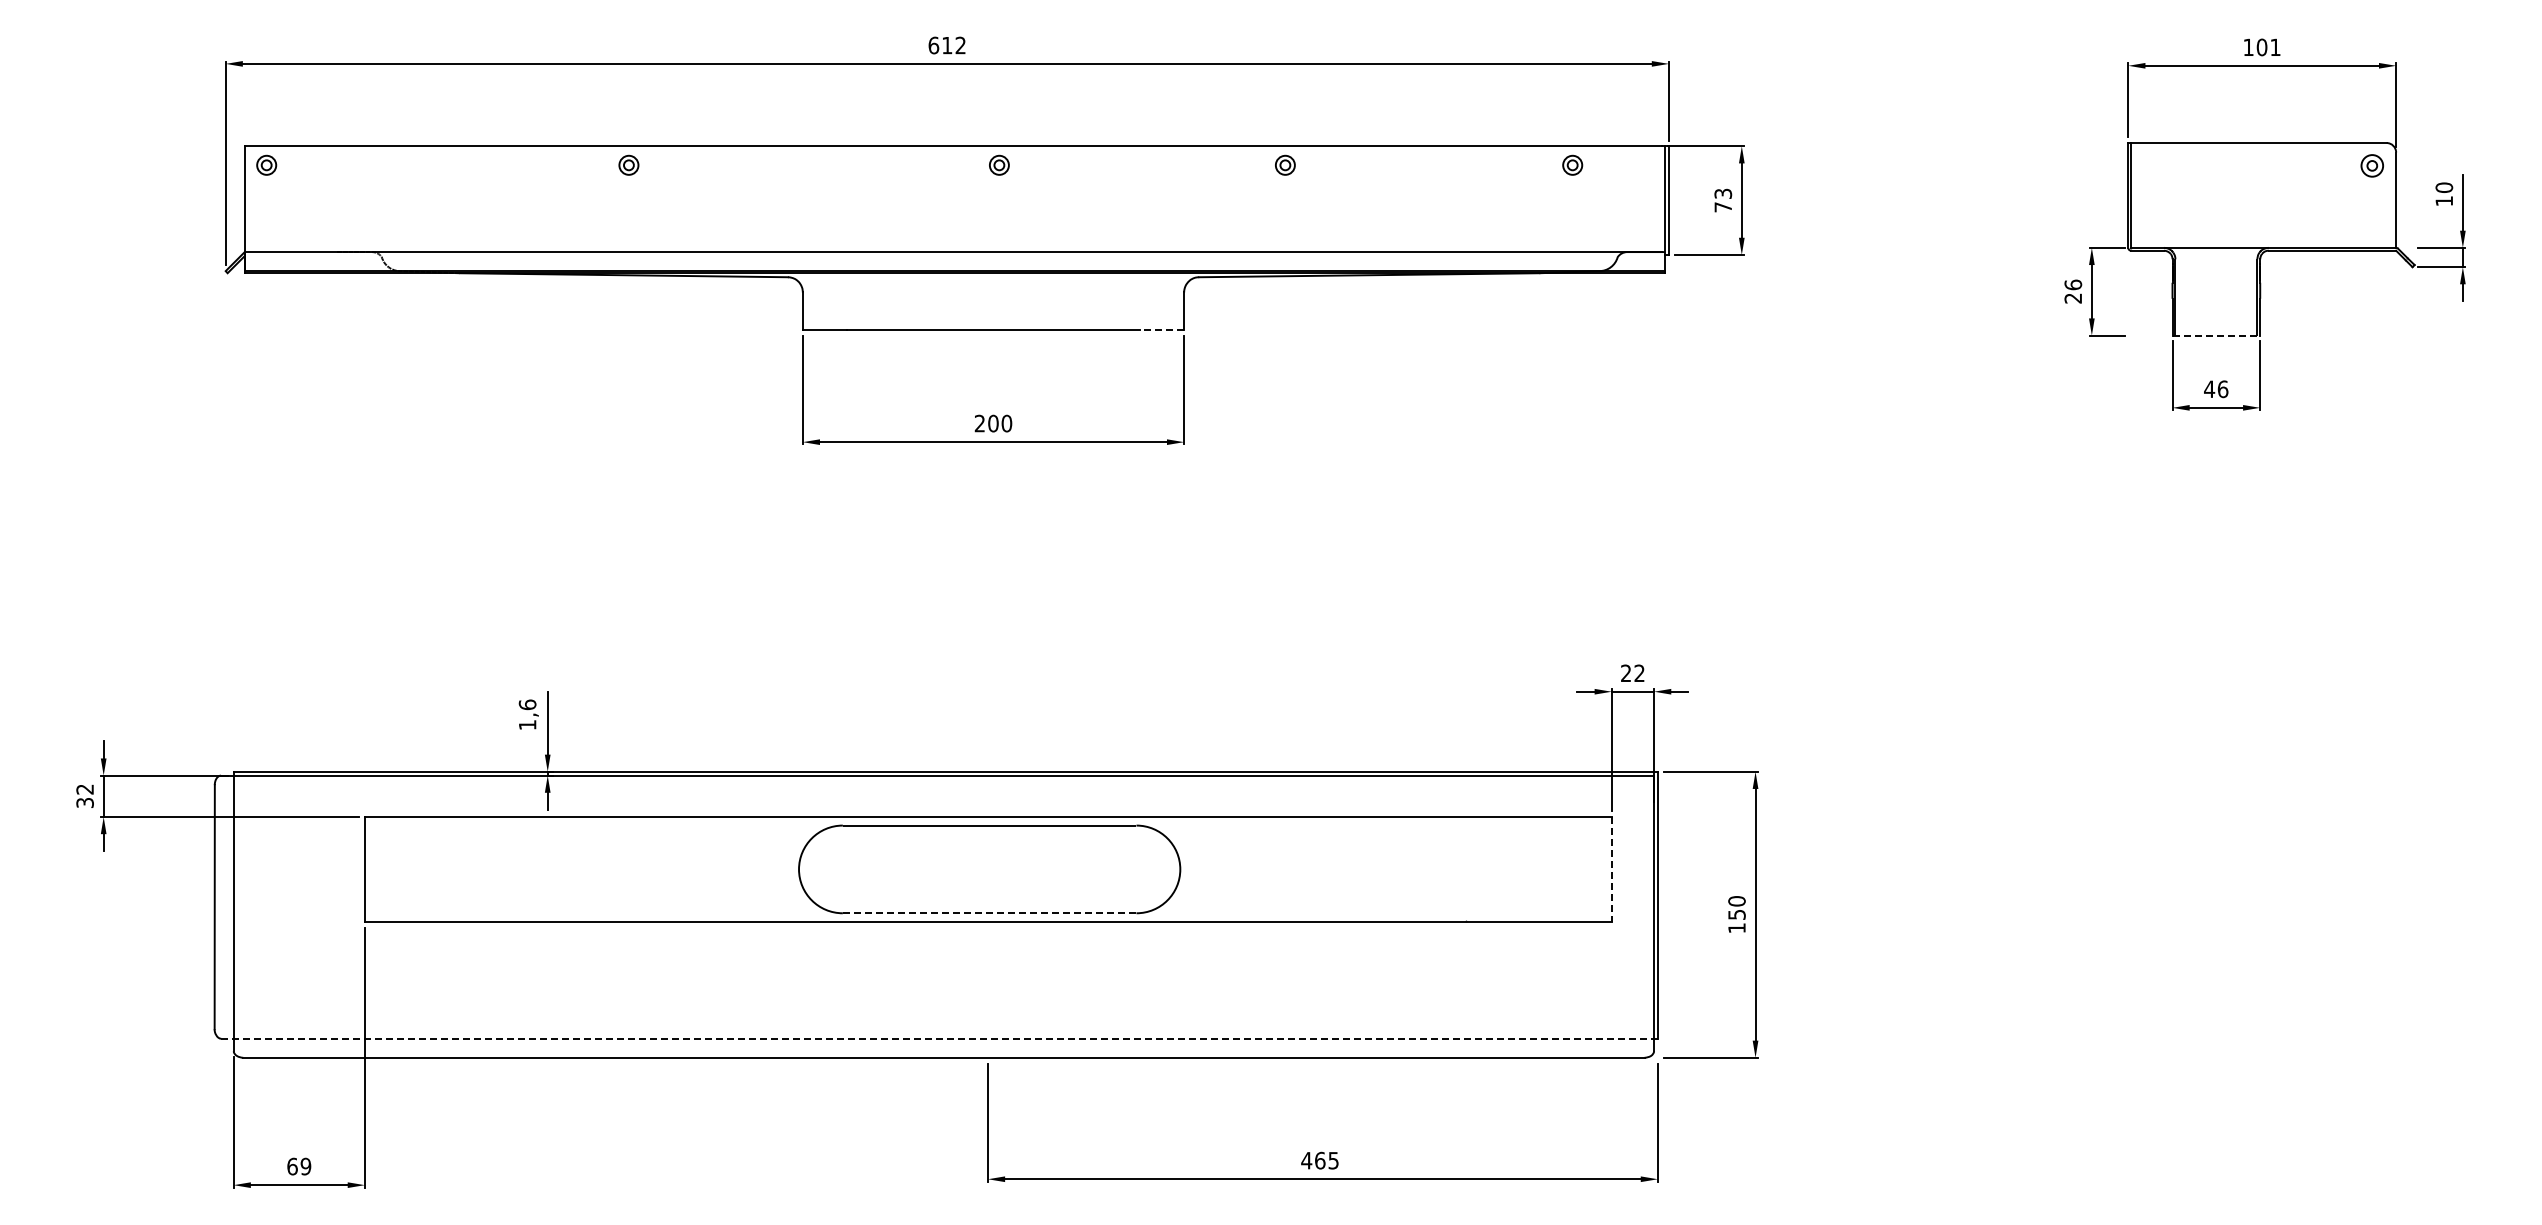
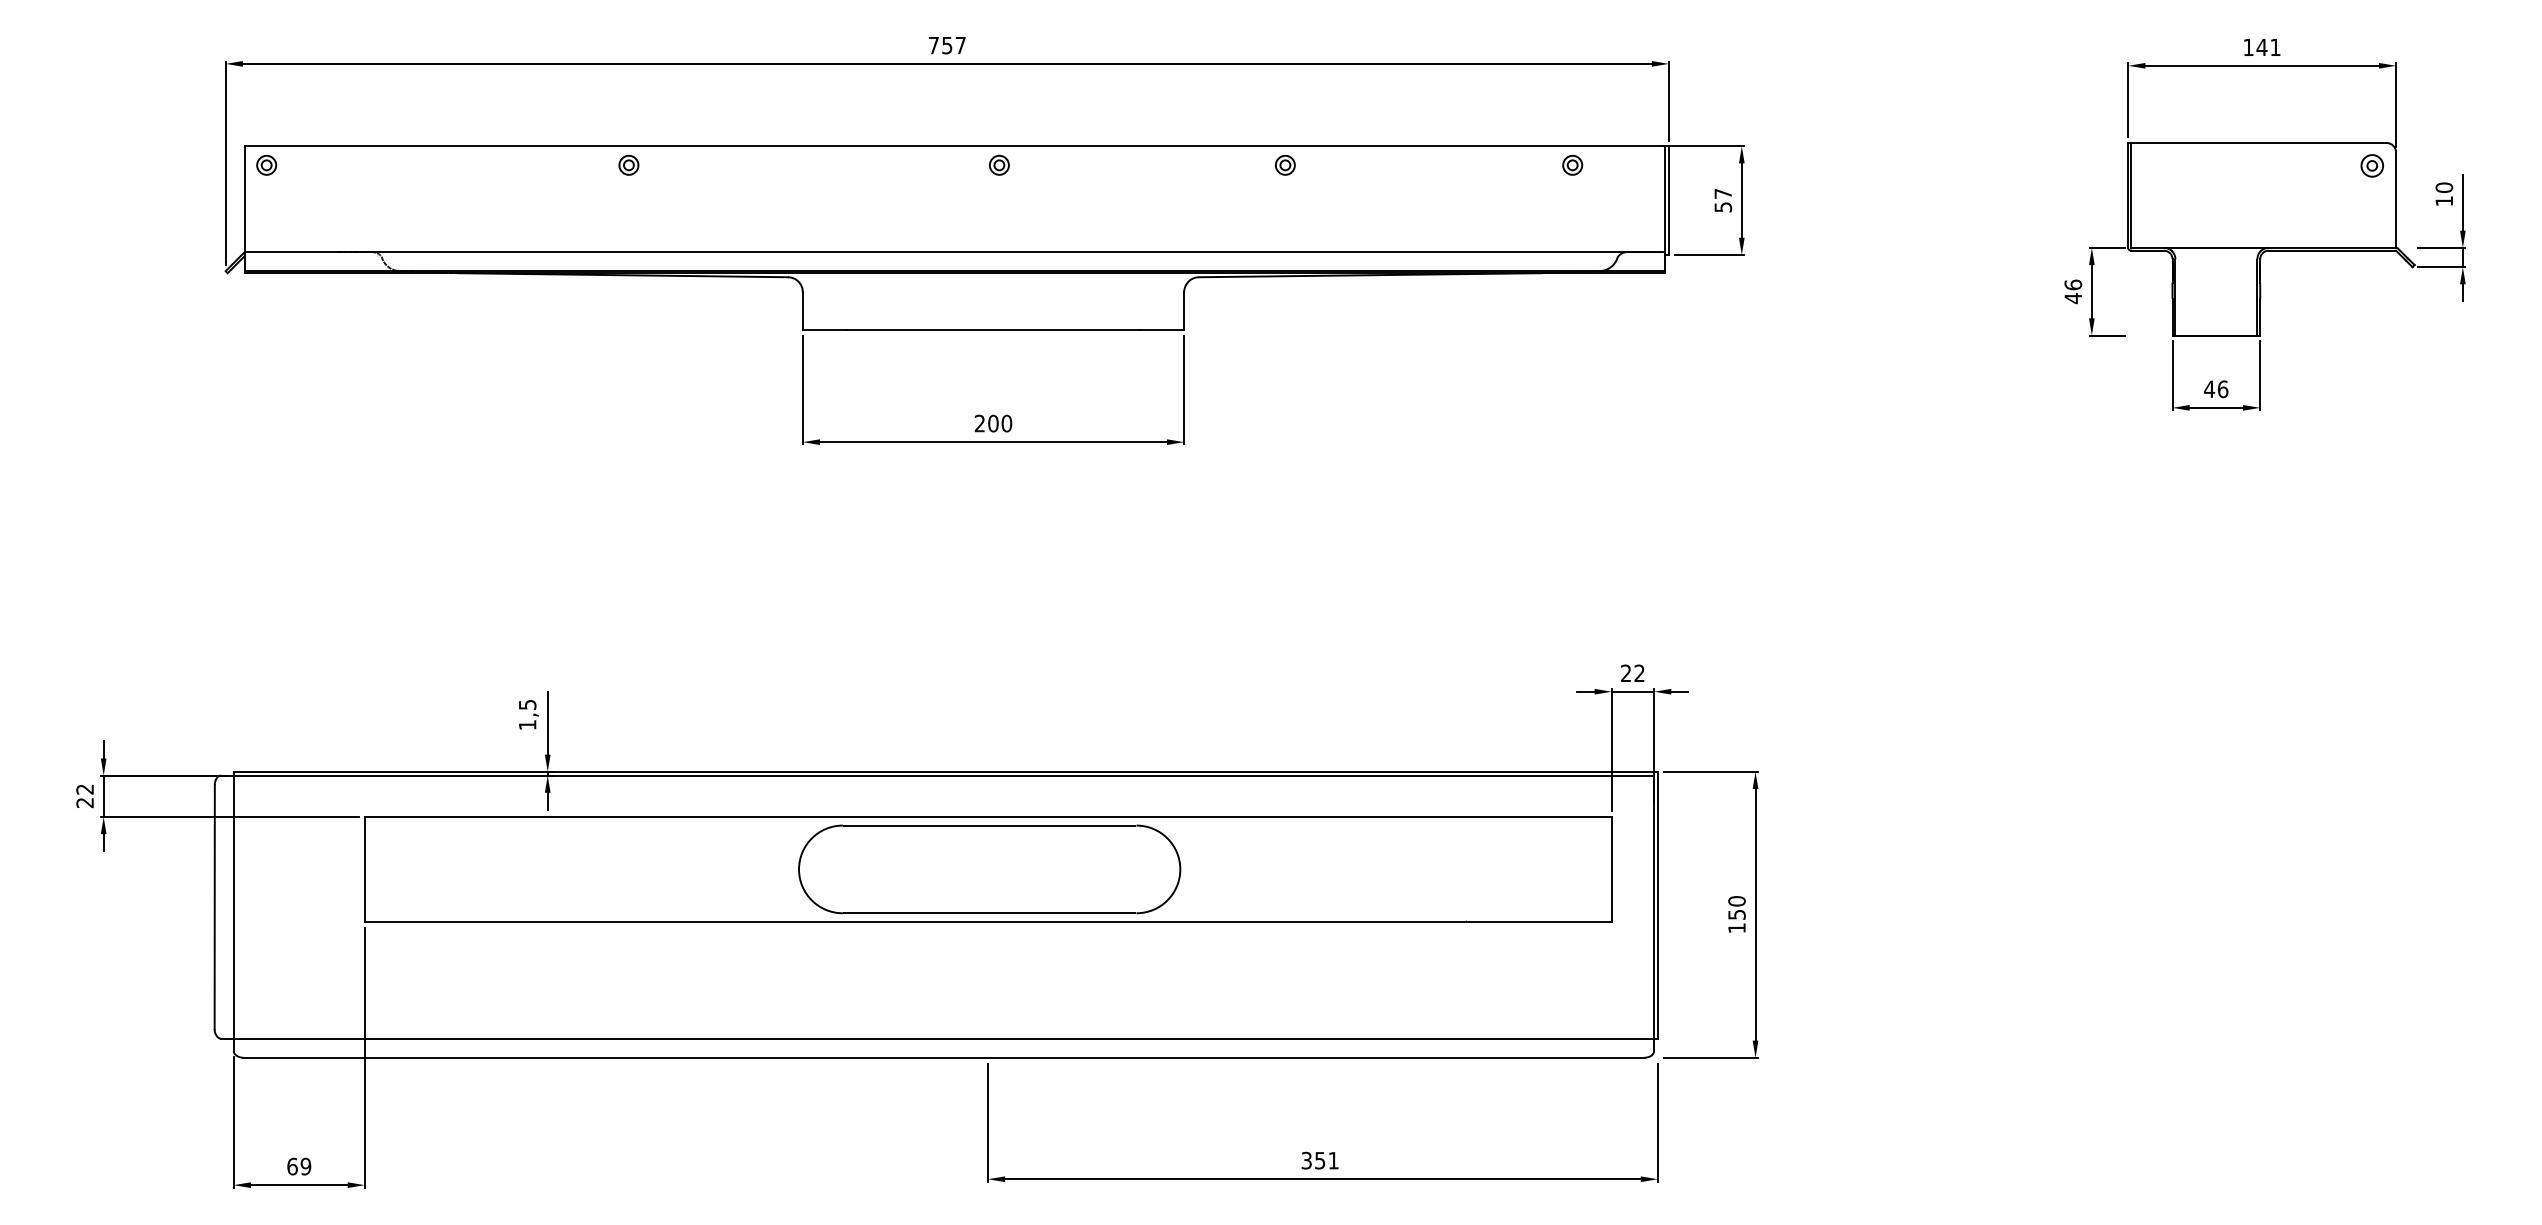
text at (946, 45): 612 -> 757
text at (2261, 47): 101 -> 141
text at (1723, 200): 73 -> 57
text at (2072, 298): 26 -> 46
line at (1162, 330): dashed -> solid
line at (2216, 335): dashed -> solid
text at (527, 704): 1,6 -> 1,5
text at (84, 802): 32 -> 22
line at (1611, 869): dashed -> solid
line at (989, 913): dashed -> solid
line at (940, 1038): dashed -> solid
text at (1319, 1160): 465 -> 351
